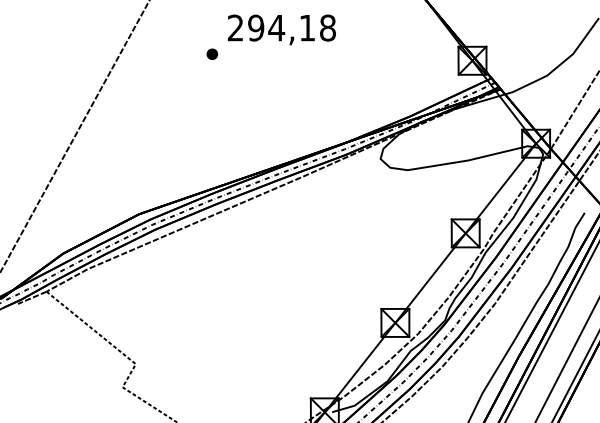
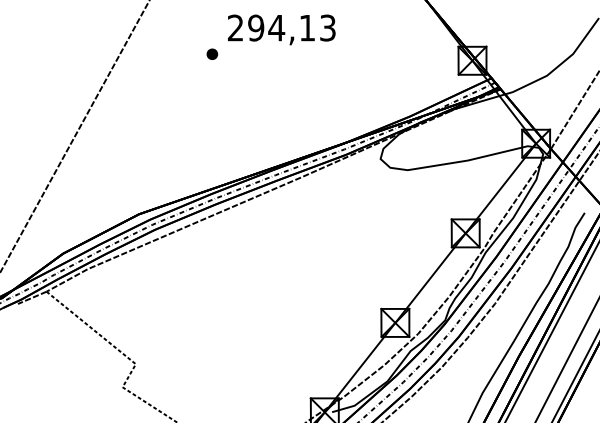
text at (327, 27): 294,18 -> 294,13
